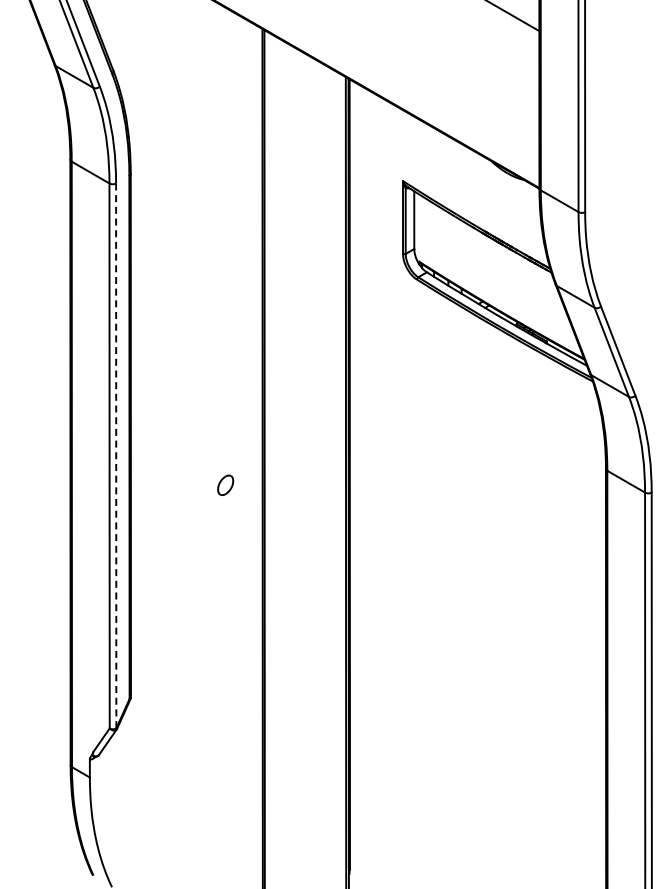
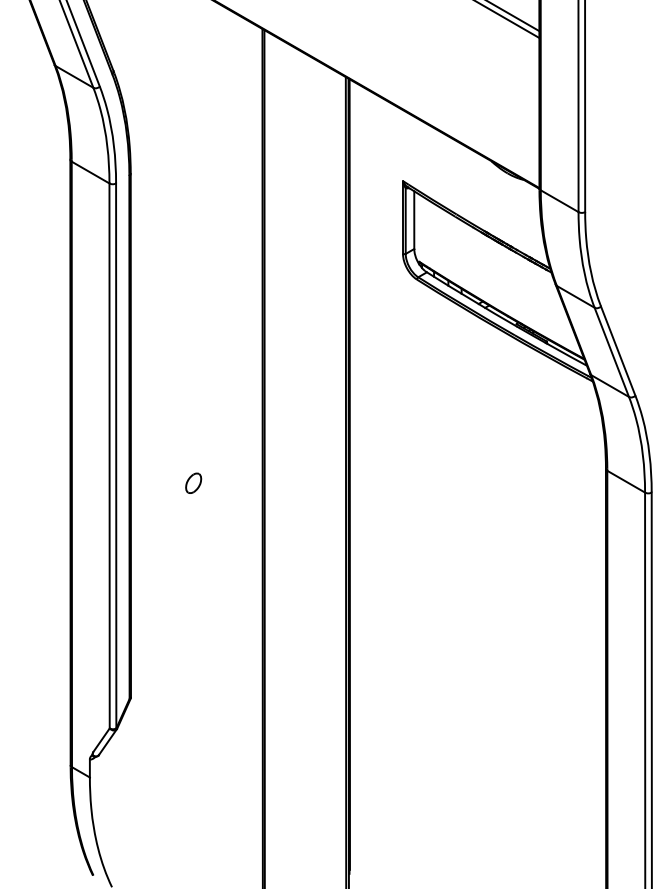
line at (508, 20): none -> present
line at (116, 456): dashed -> solid
part at (225, 484) position: (225, 484) -> (193, 482)
